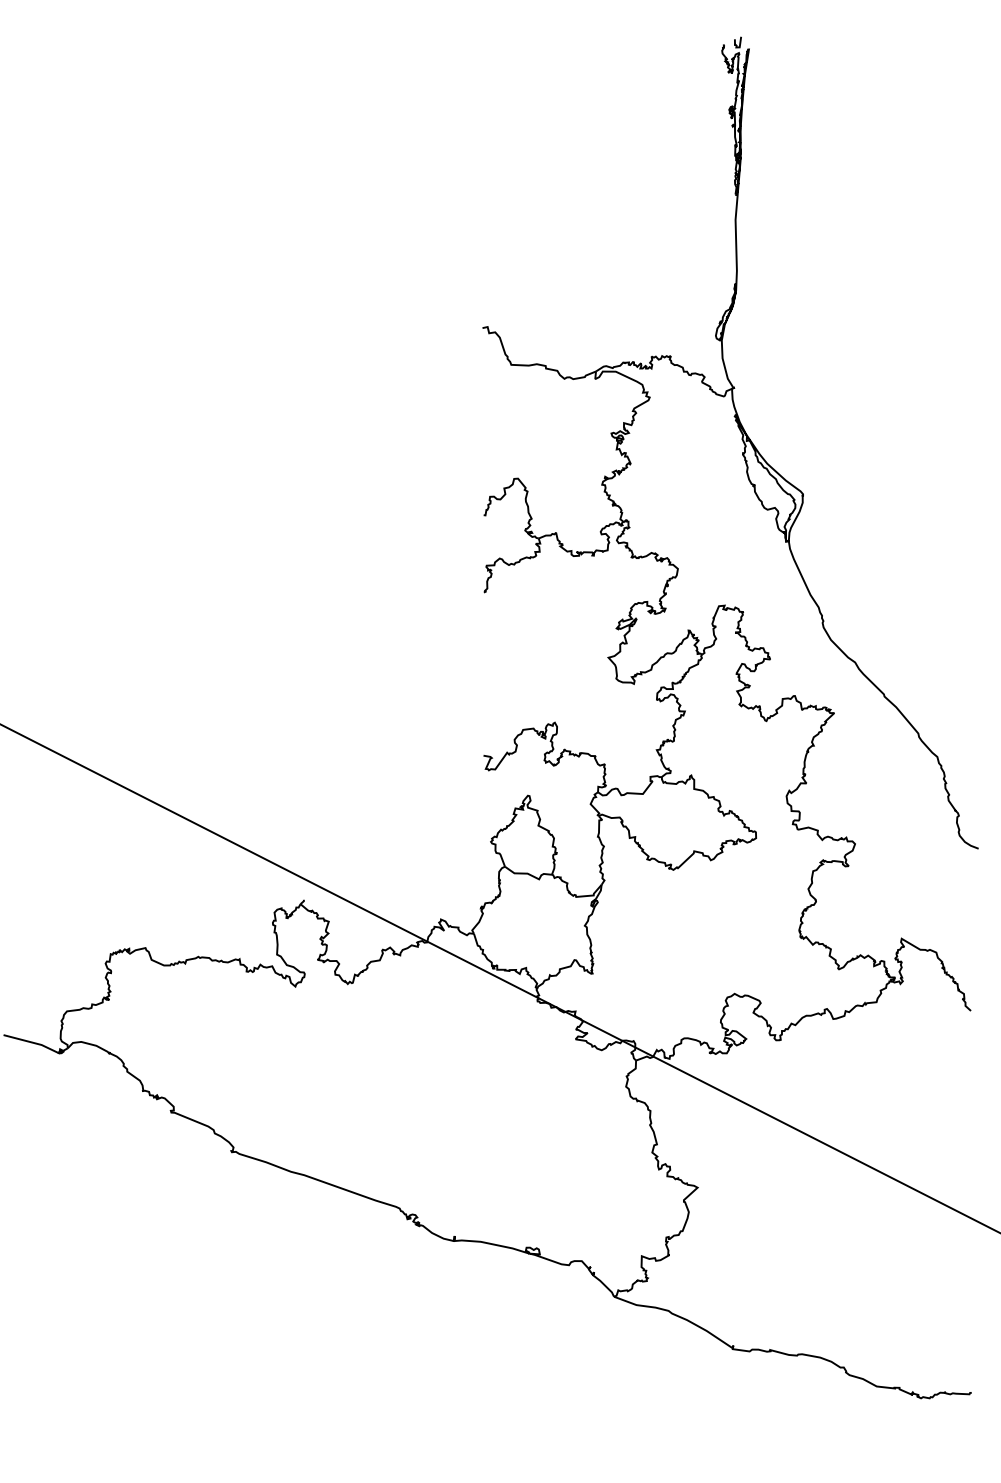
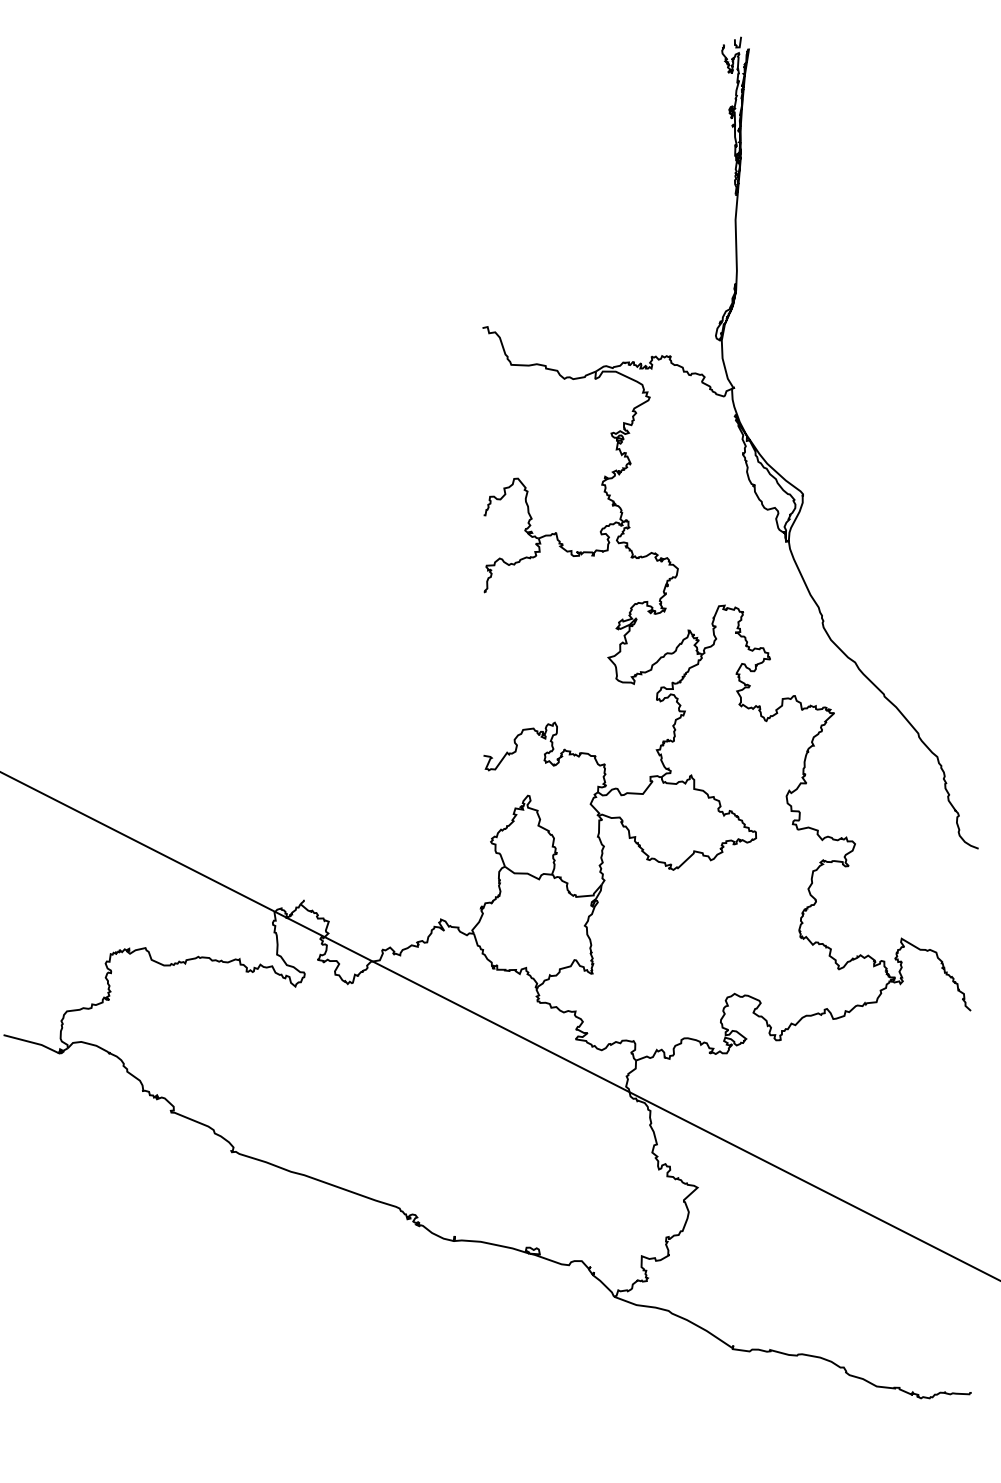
line at (499, 978) position: (499, 978) -> (499, 1026)
